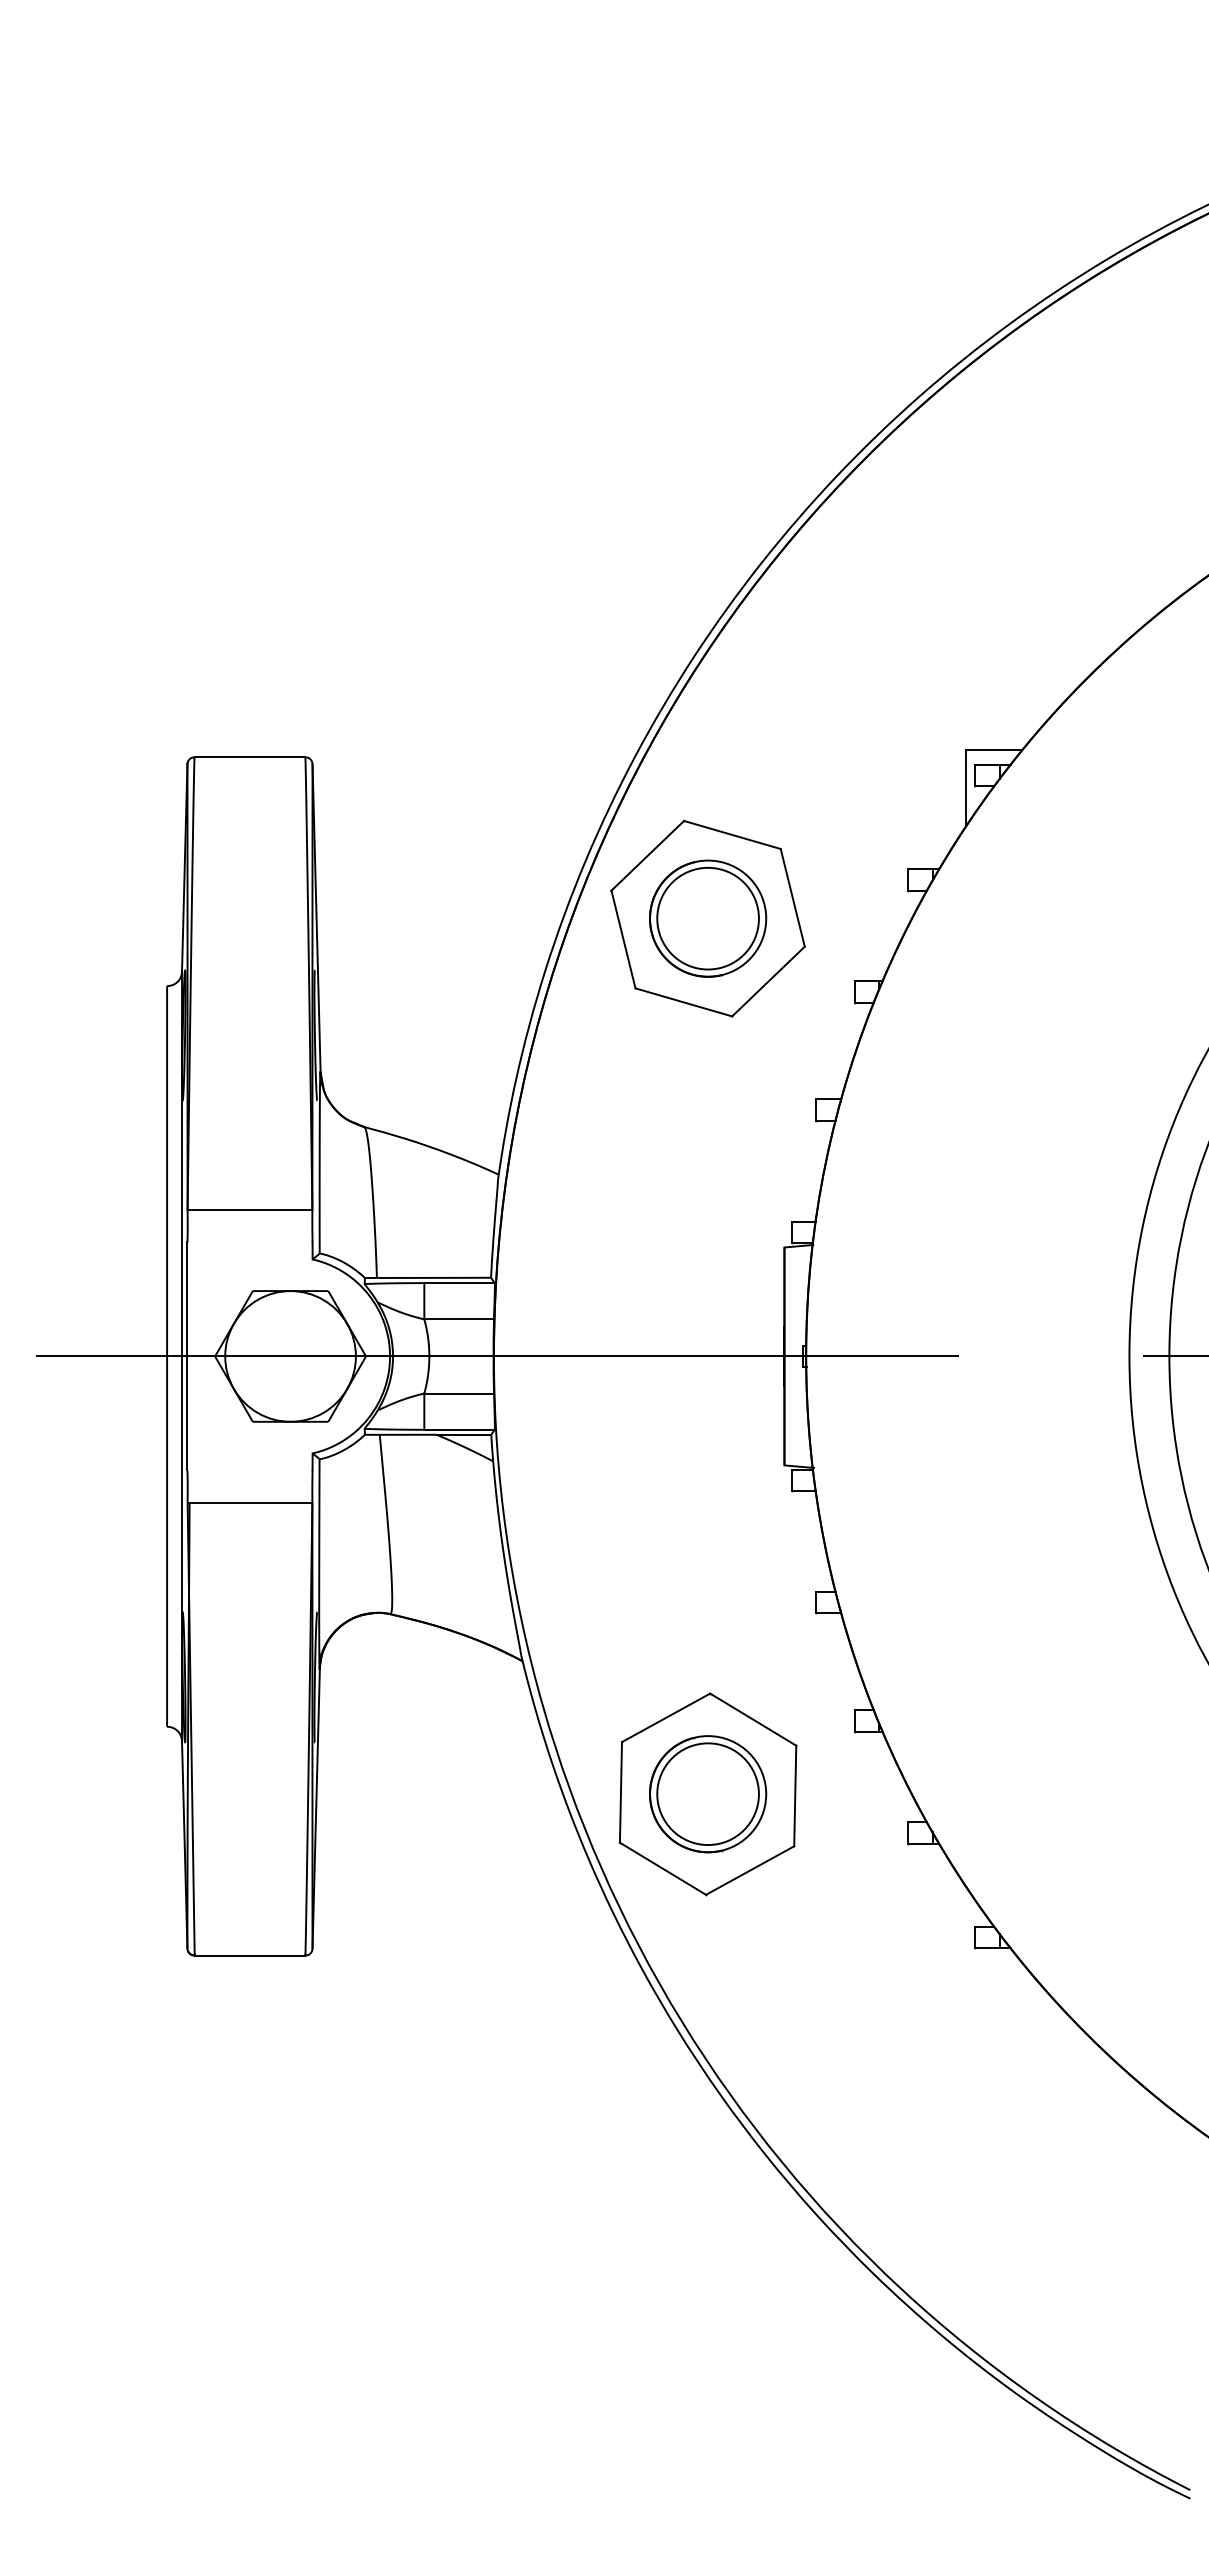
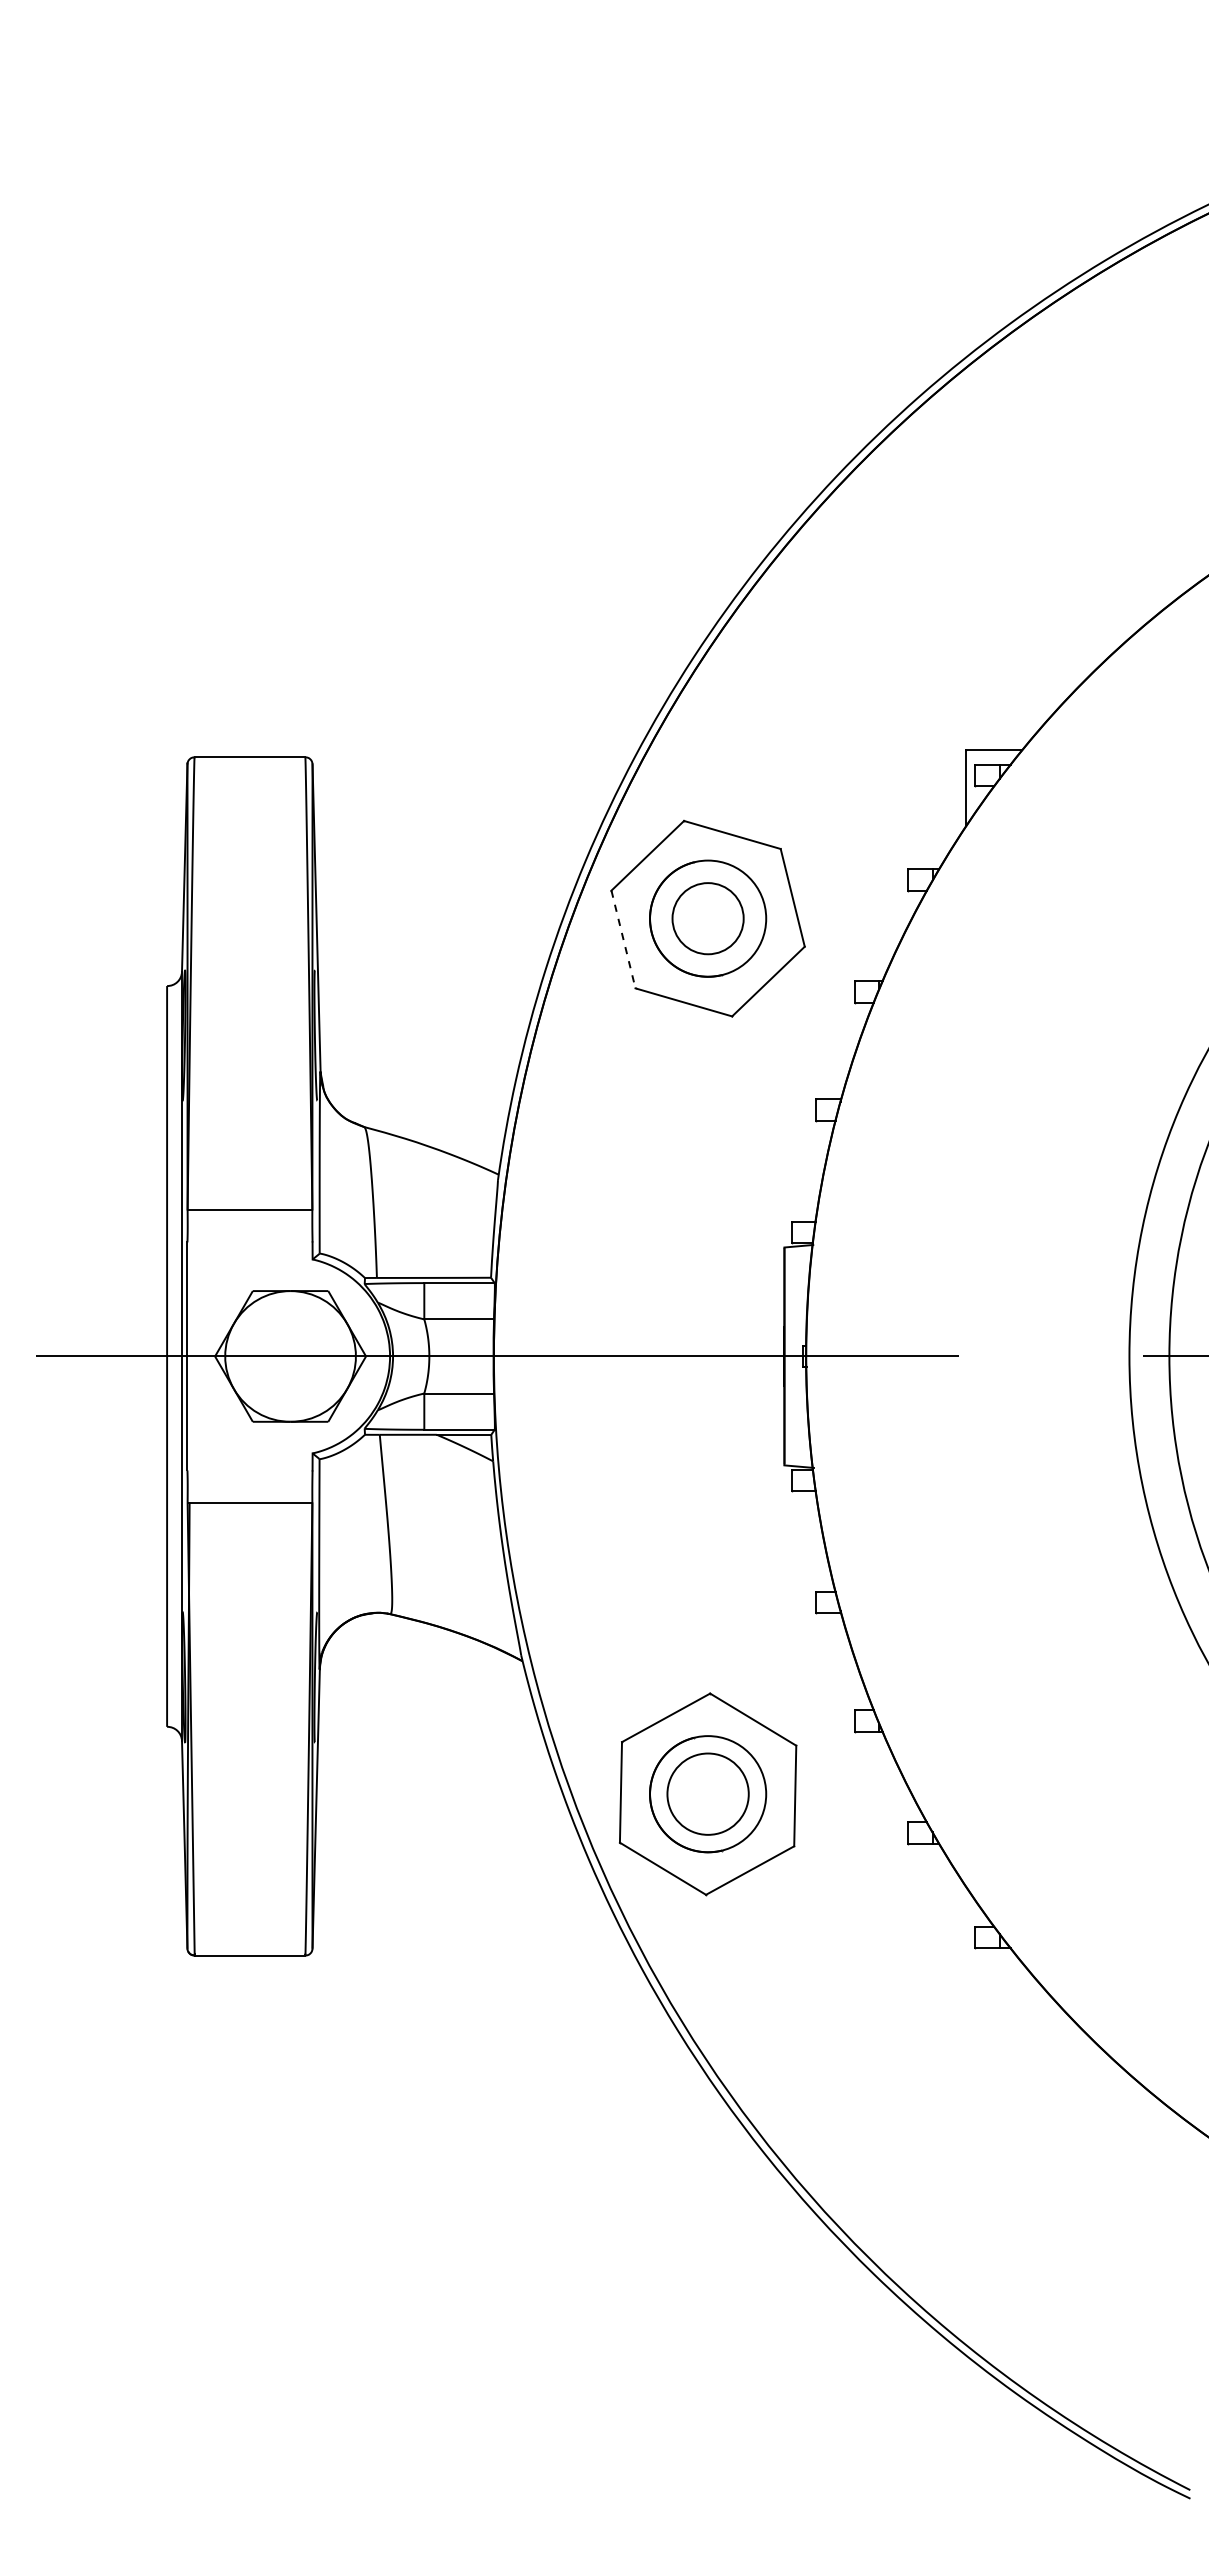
circle at (707, 918) diameter: 102 px -> 71 px
line at (623, 940): solid -> dashed
circle at (707, 1794) diameter: 102 px -> 81 px
